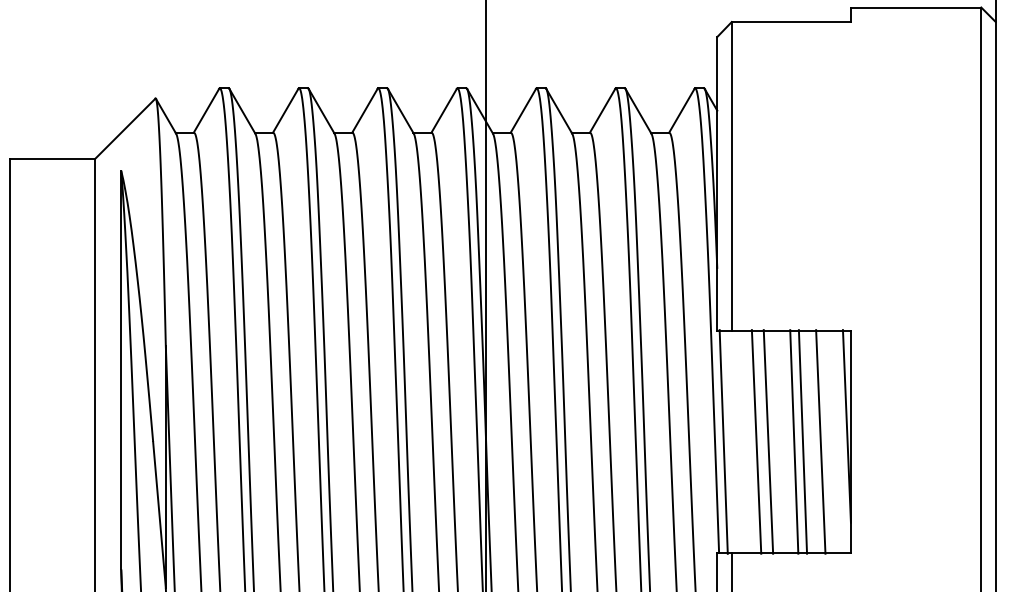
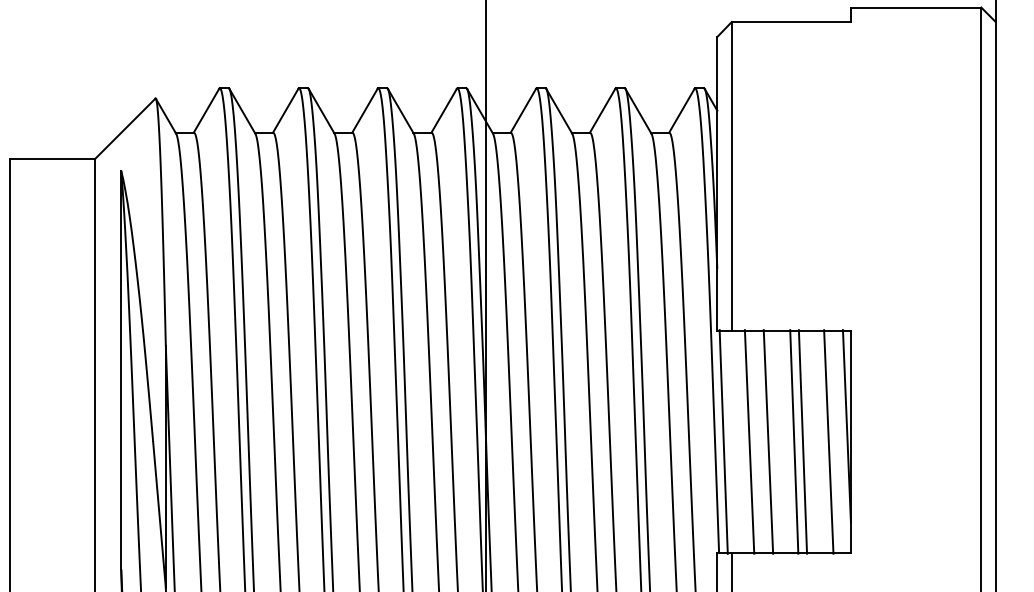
line at (756, 441) position: (756, 441) -> (749, 441)
line at (820, 441) position: (820, 441) -> (828, 441)
